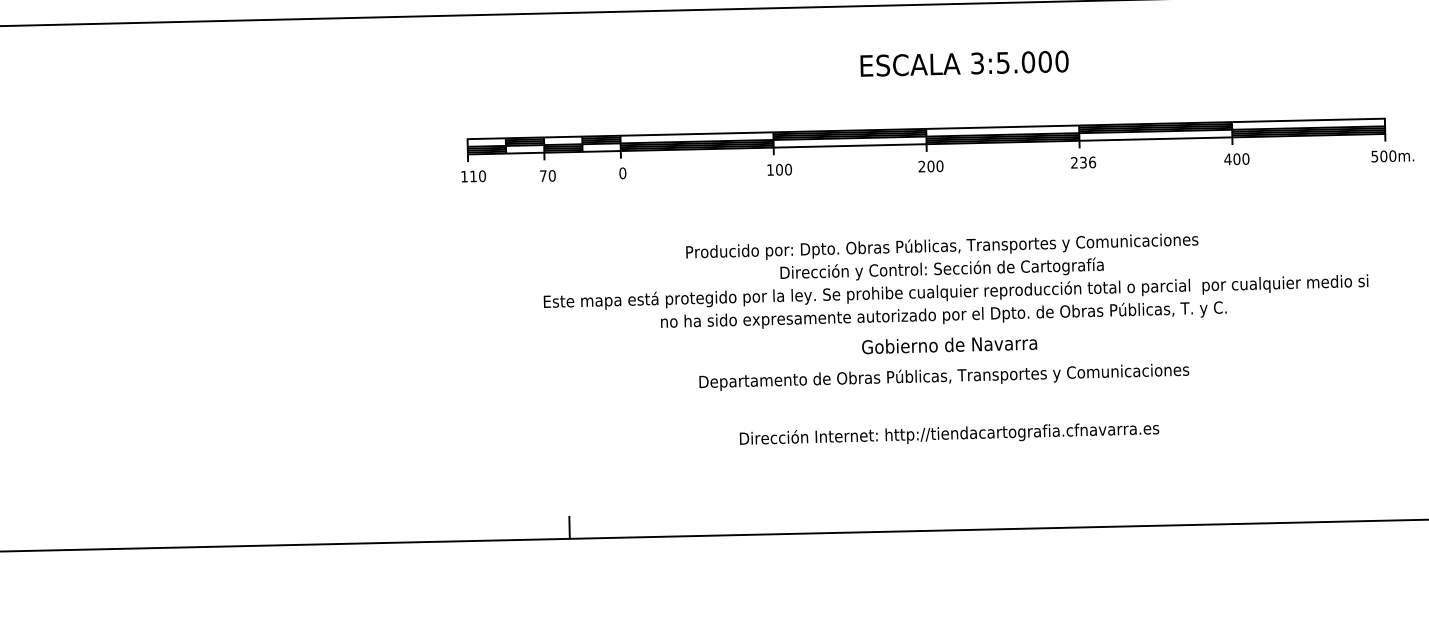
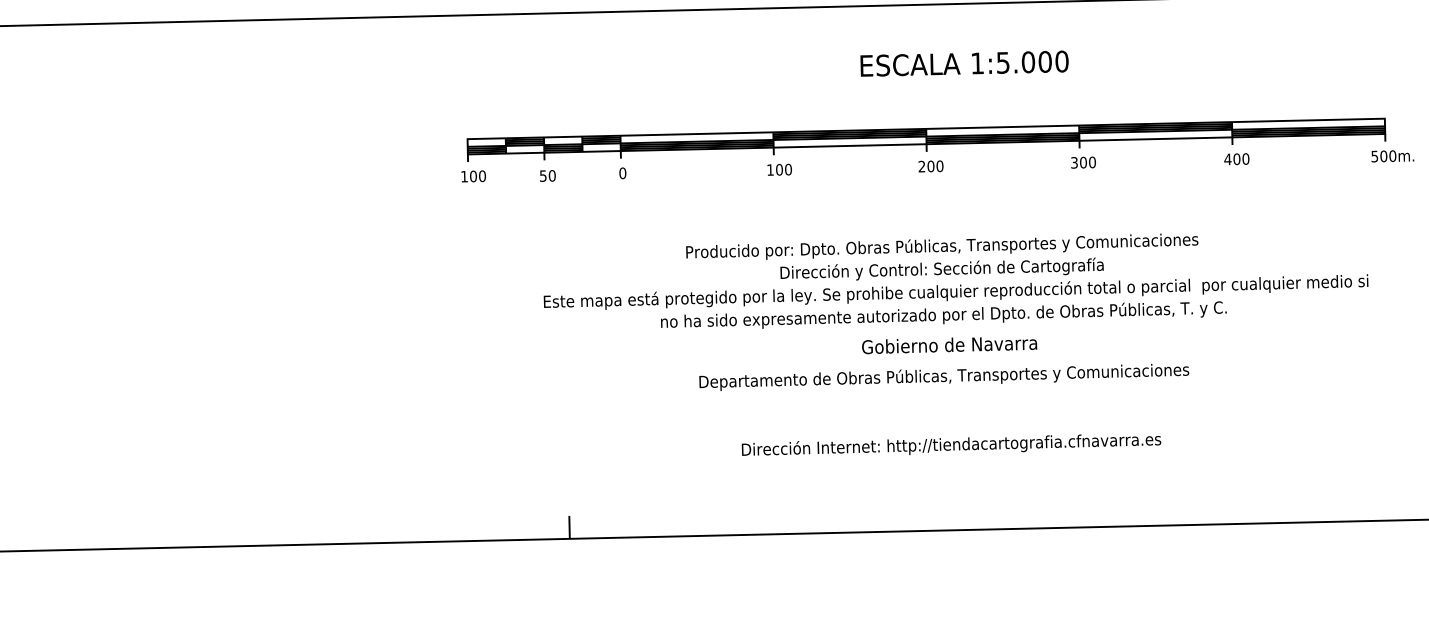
text at (977, 63): 3:5.000 -> 1:5.000
text at (1083, 162): 236 -> 300
text at (543, 175): 70 -> 50
text at (473, 176): 110 -> 100
text at (949, 433) position: (949, 433) -> (951, 444)
